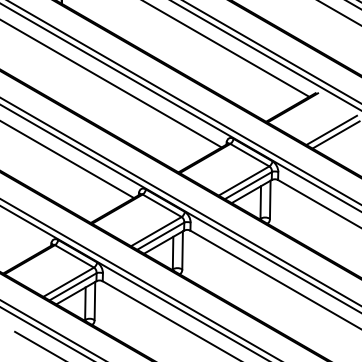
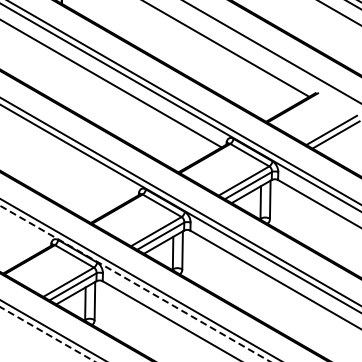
line at (265, 55): present -> none
line at (67, 159): present -> none
line at (135, 284): solid -> dashed
line at (47, 334): solid -> dashed
line at (38, 344): present -> none
